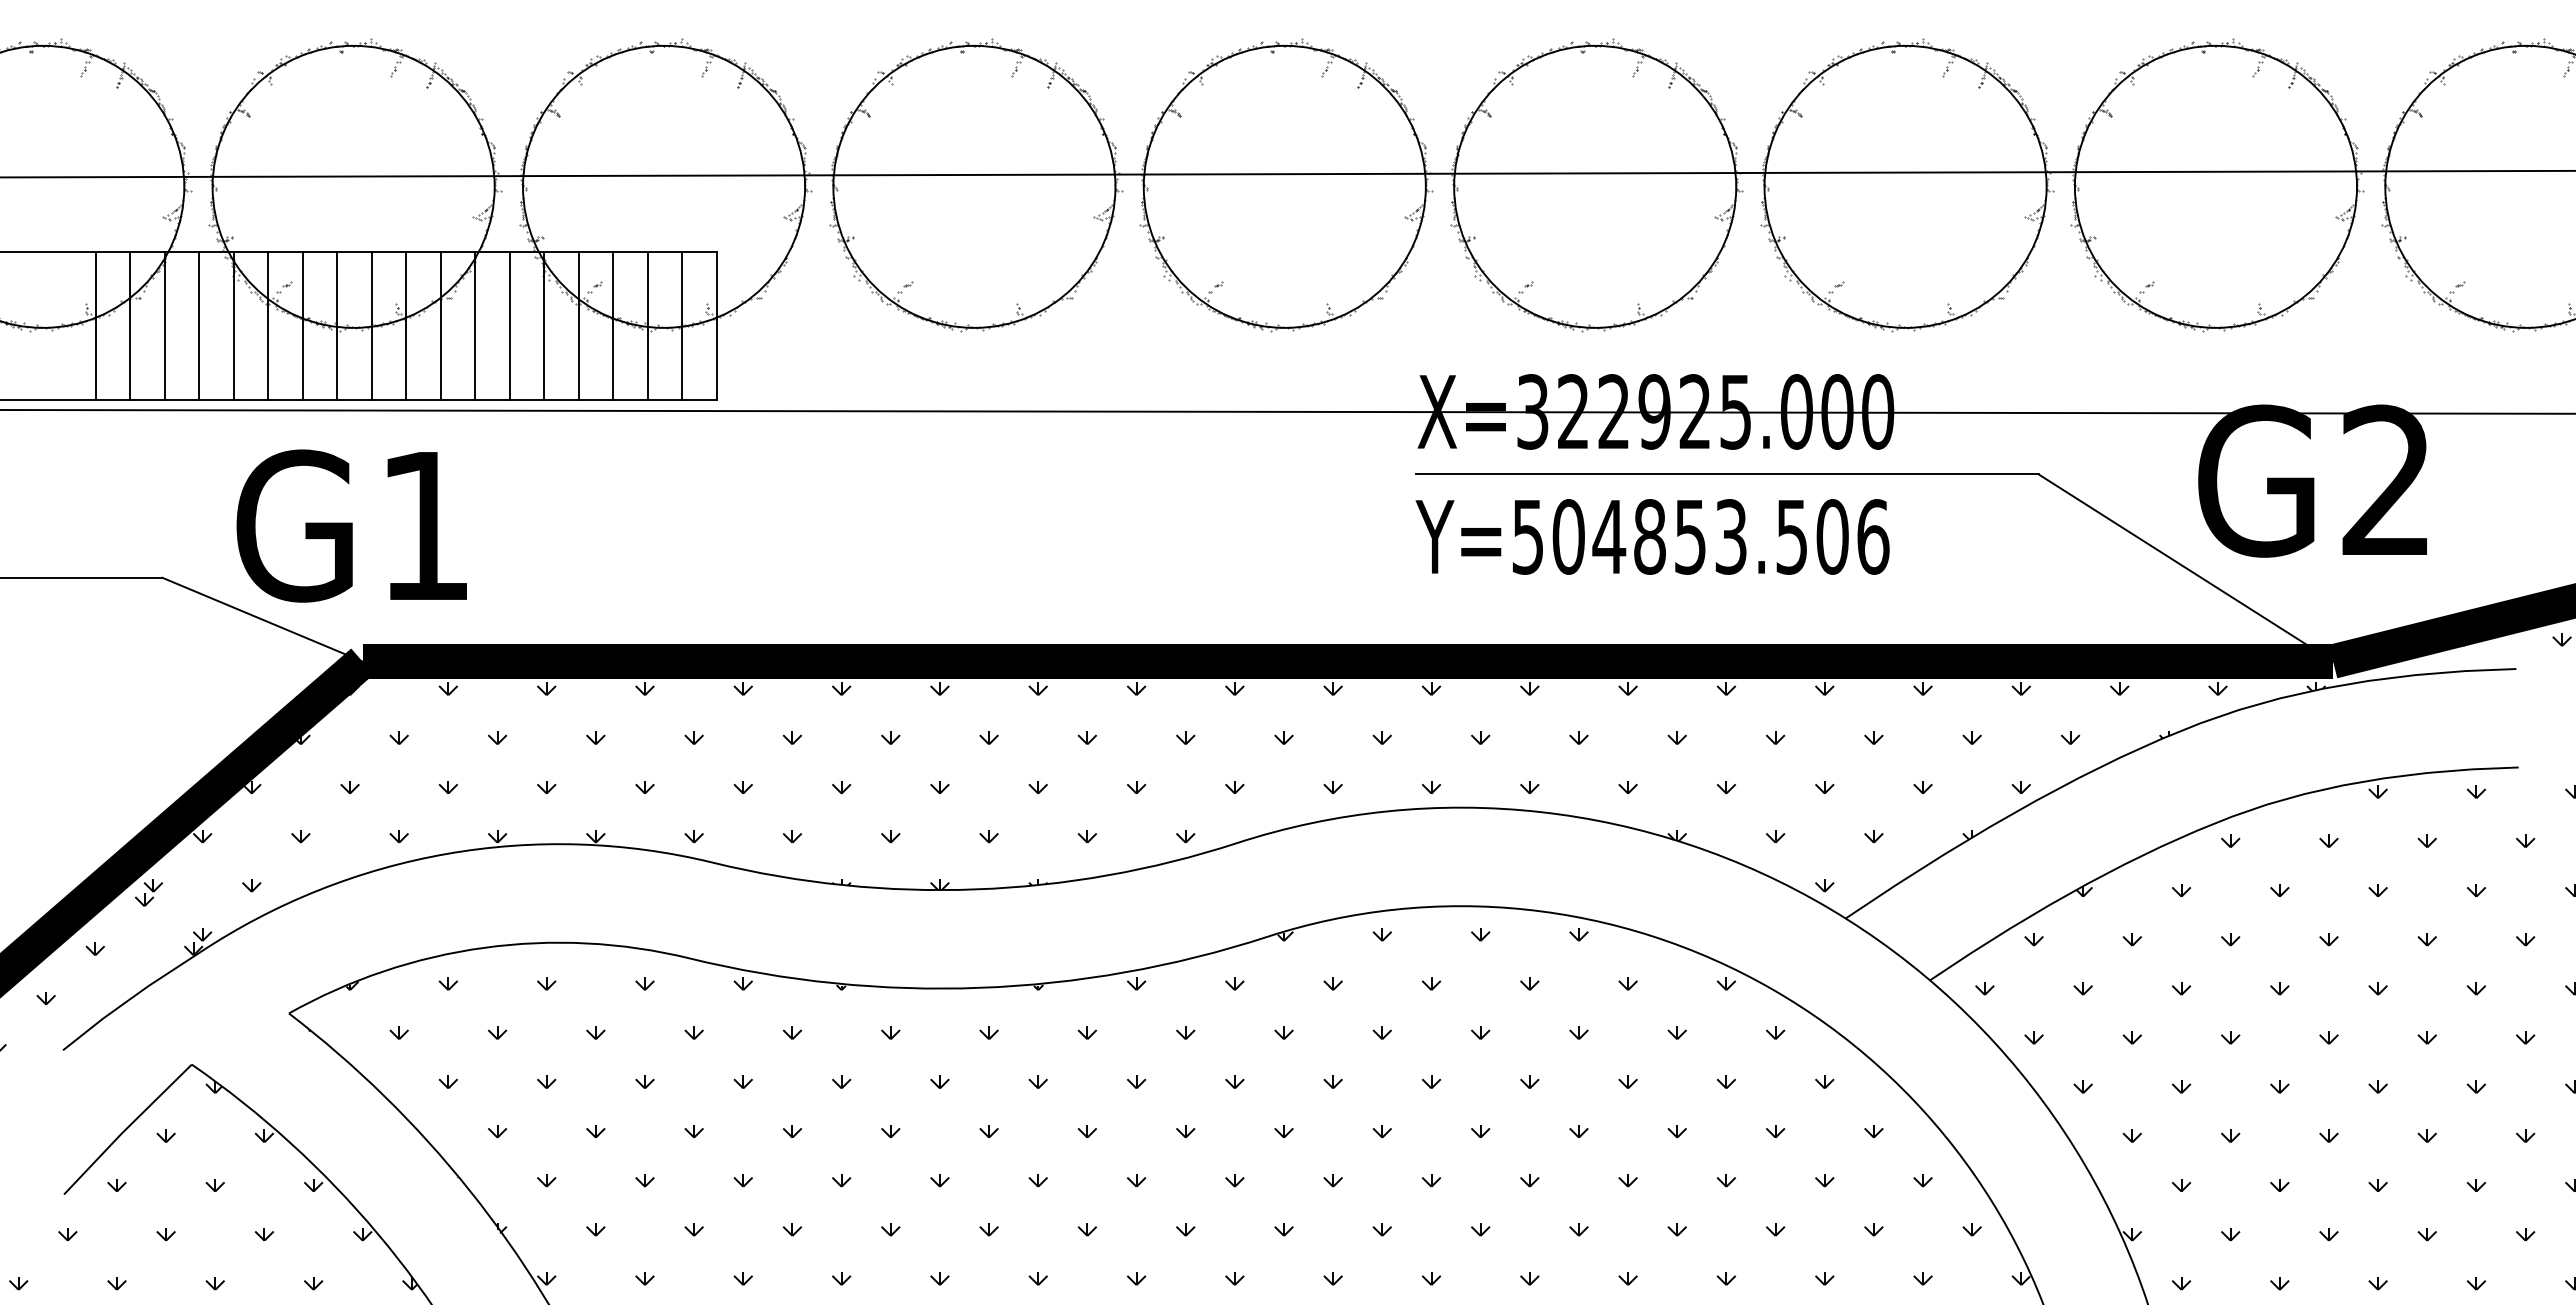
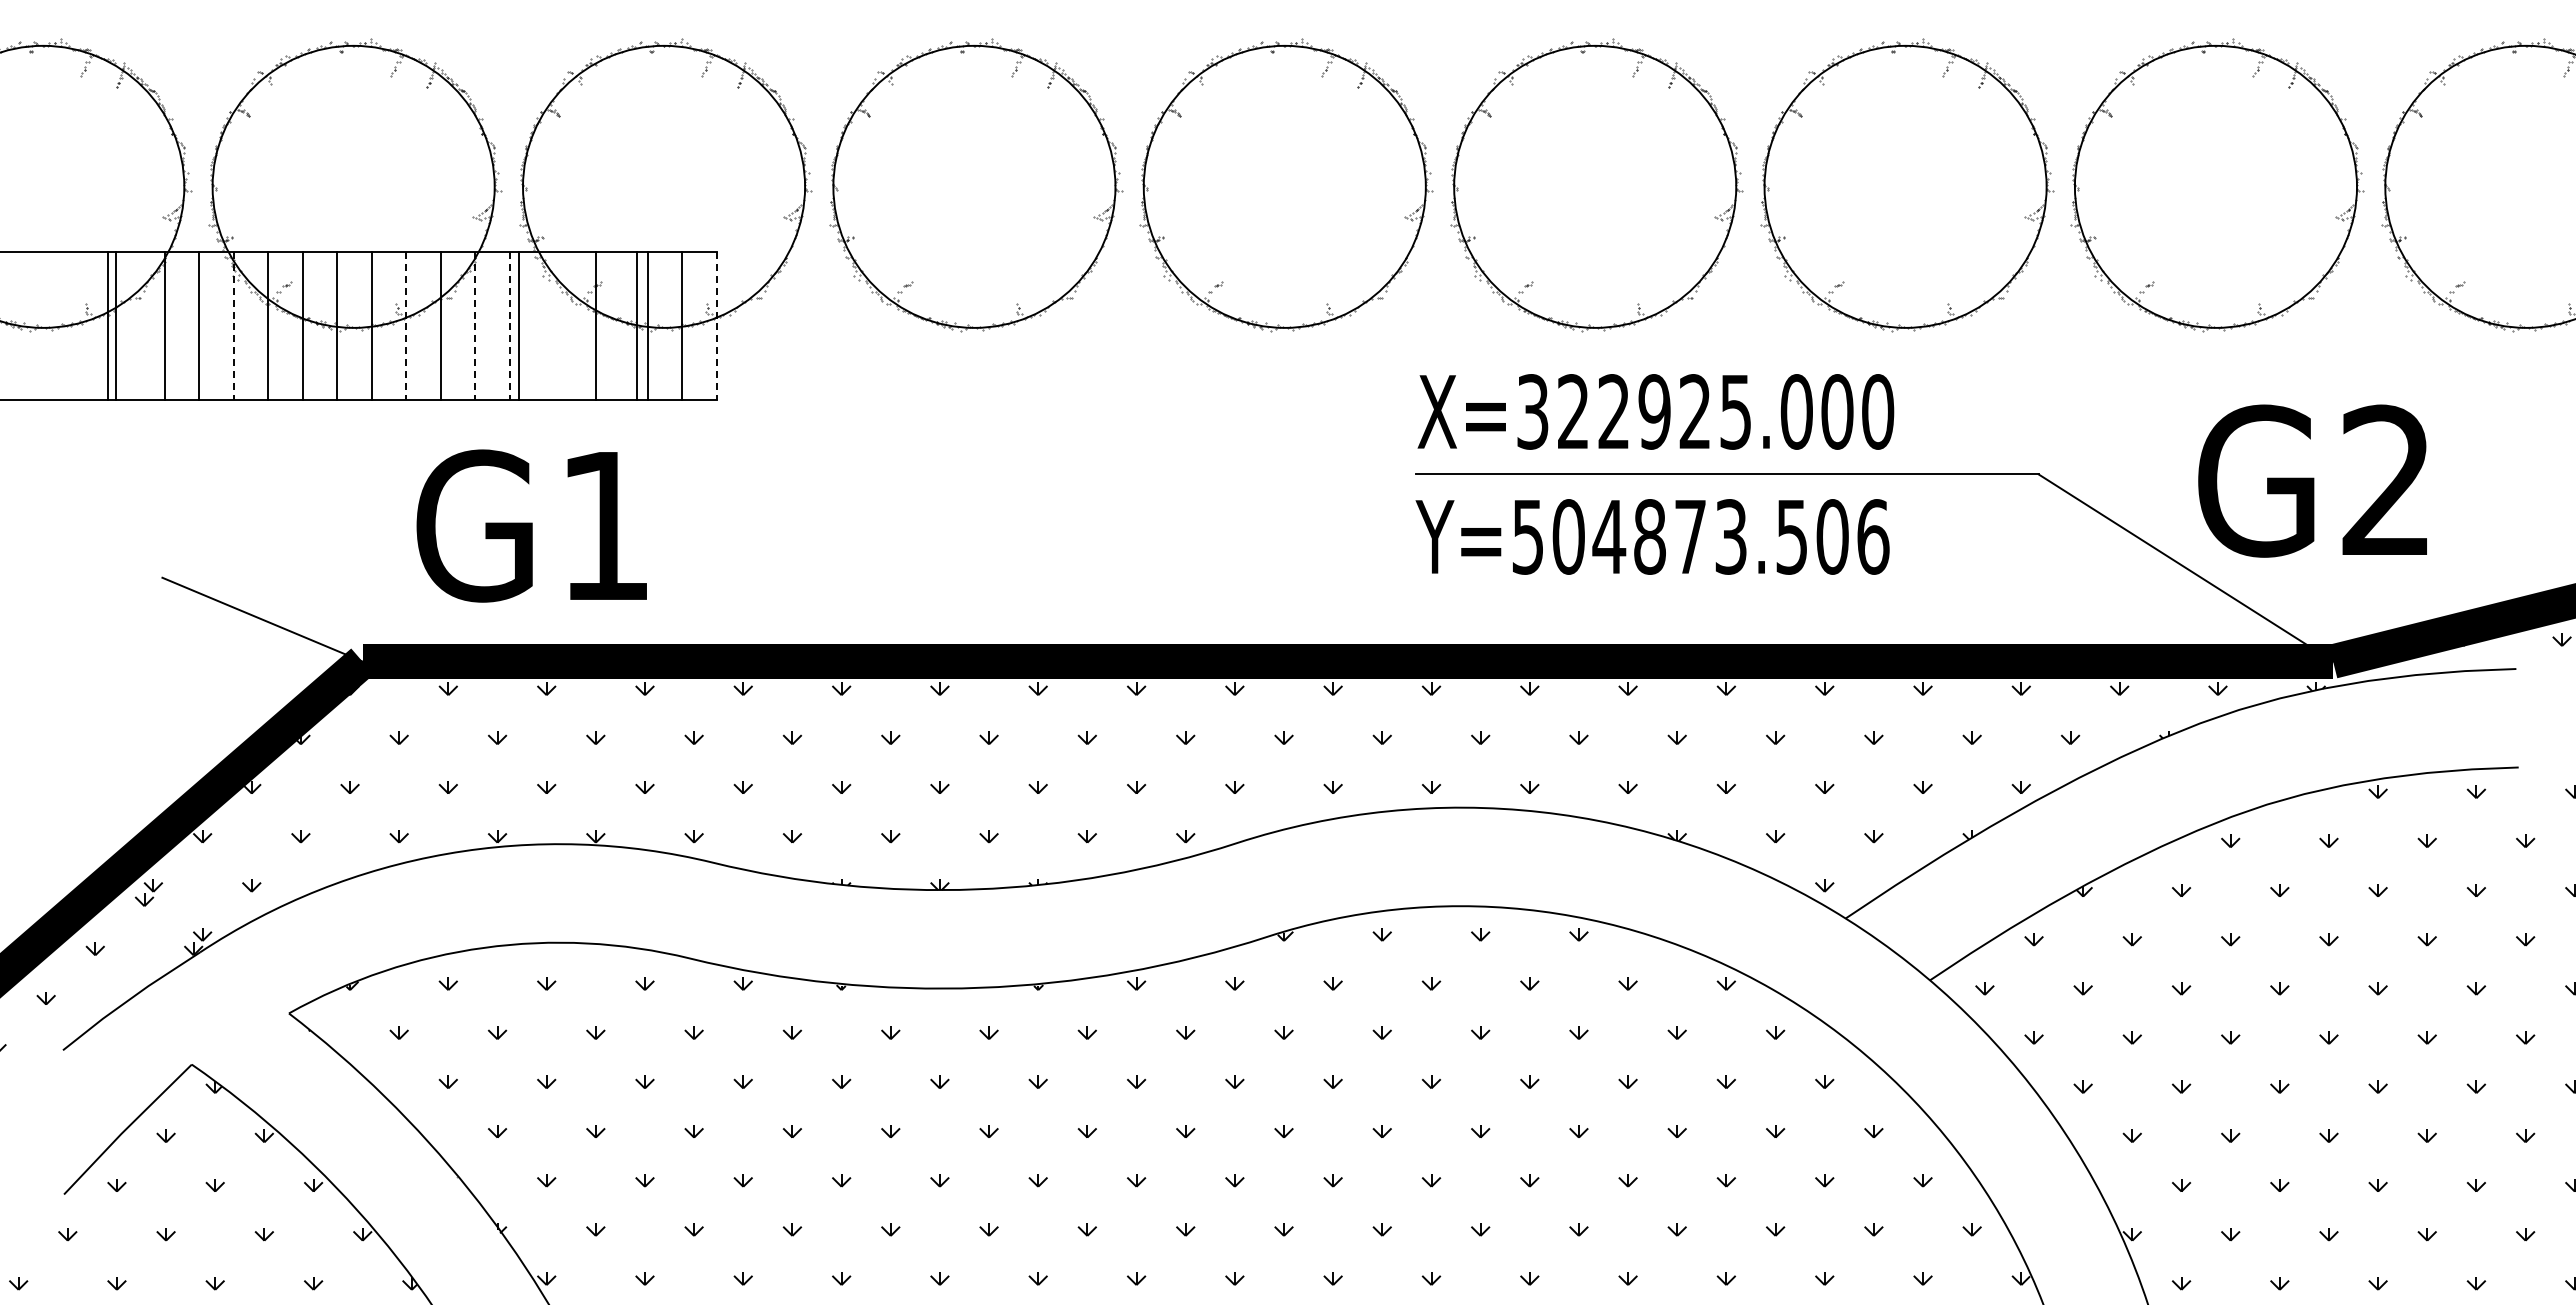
line at (1287, 173): present -> none
line at (95, 325) position: (95, 325) -> (115, 325)
line at (130, 325) position: (130, 325) -> (108, 325)
line at (233, 325): solid -> dashed
line at (406, 325): solid -> dashed
line at (475, 325): solid -> dashed
line at (509, 325): solid -> dashed
line at (544, 325) position: (544, 325) -> (519, 325)
line at (578, 325) position: (578, 325) -> (595, 325)
line at (613, 325) position: (613, 325) -> (637, 325)
line at (716, 325): solid -> dashed
line at (1287, 411): present -> none
text at (351, 525) position: (351, 525) -> (531, 525)
text at (1690, 537): Y=504853.506 -> Y=504873.506
line at (82, 577): present -> none
